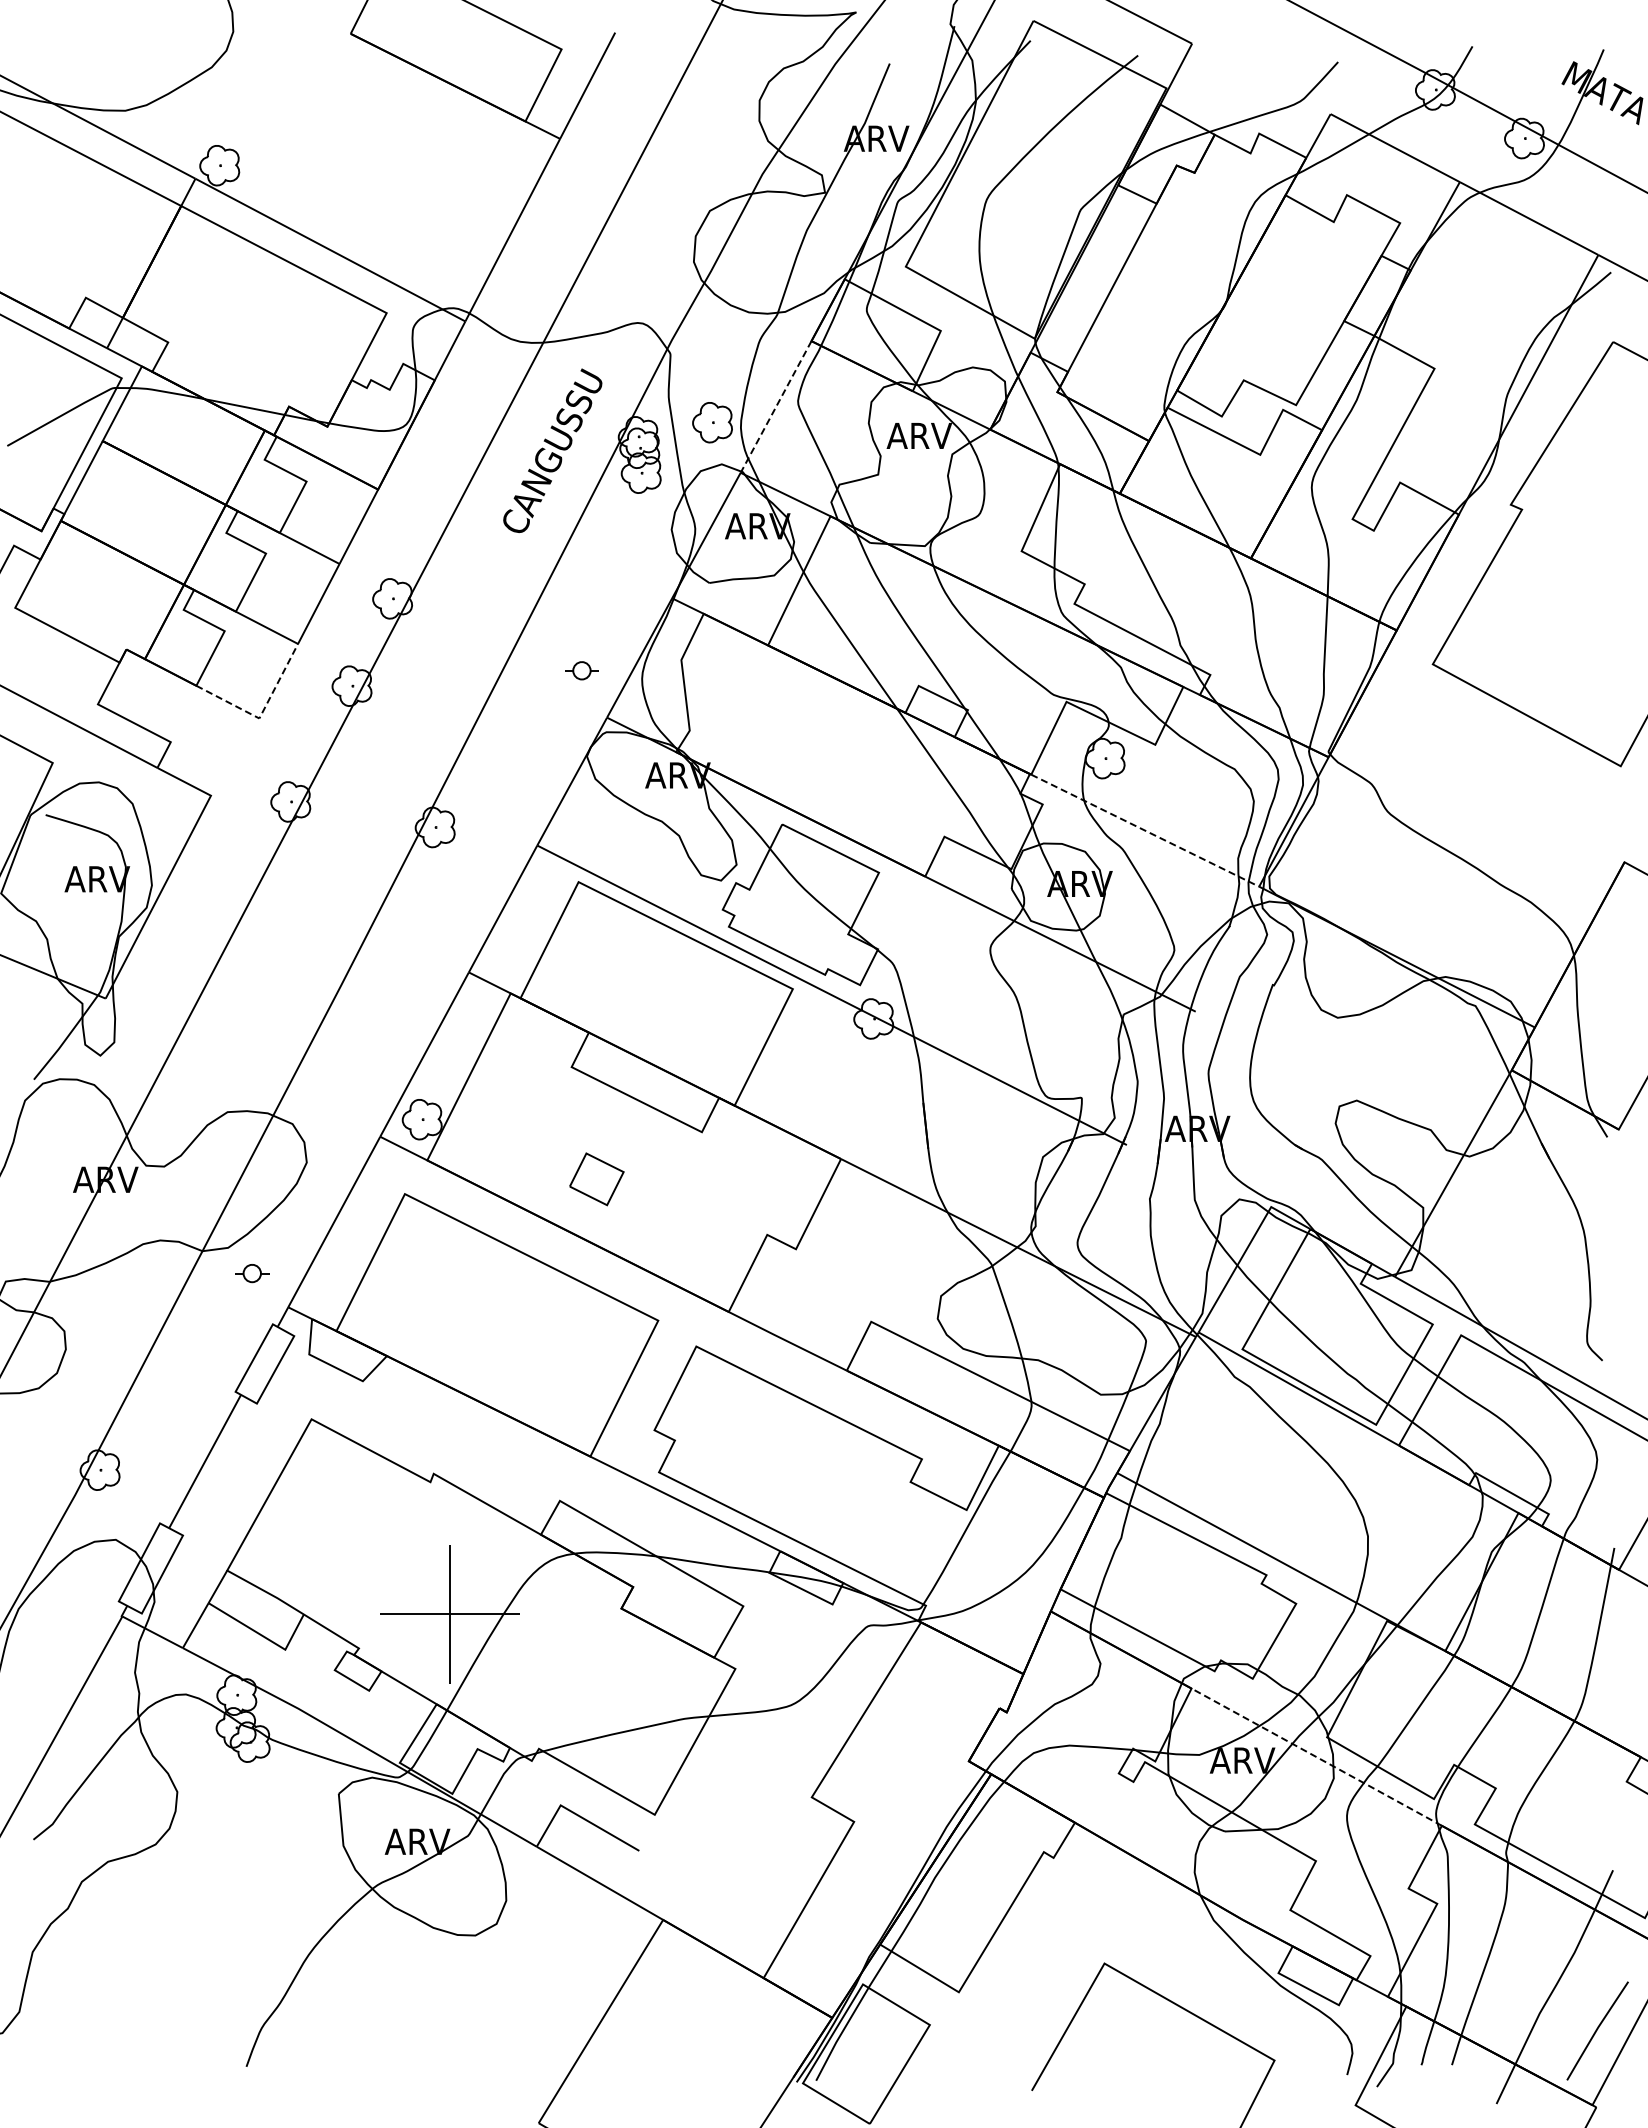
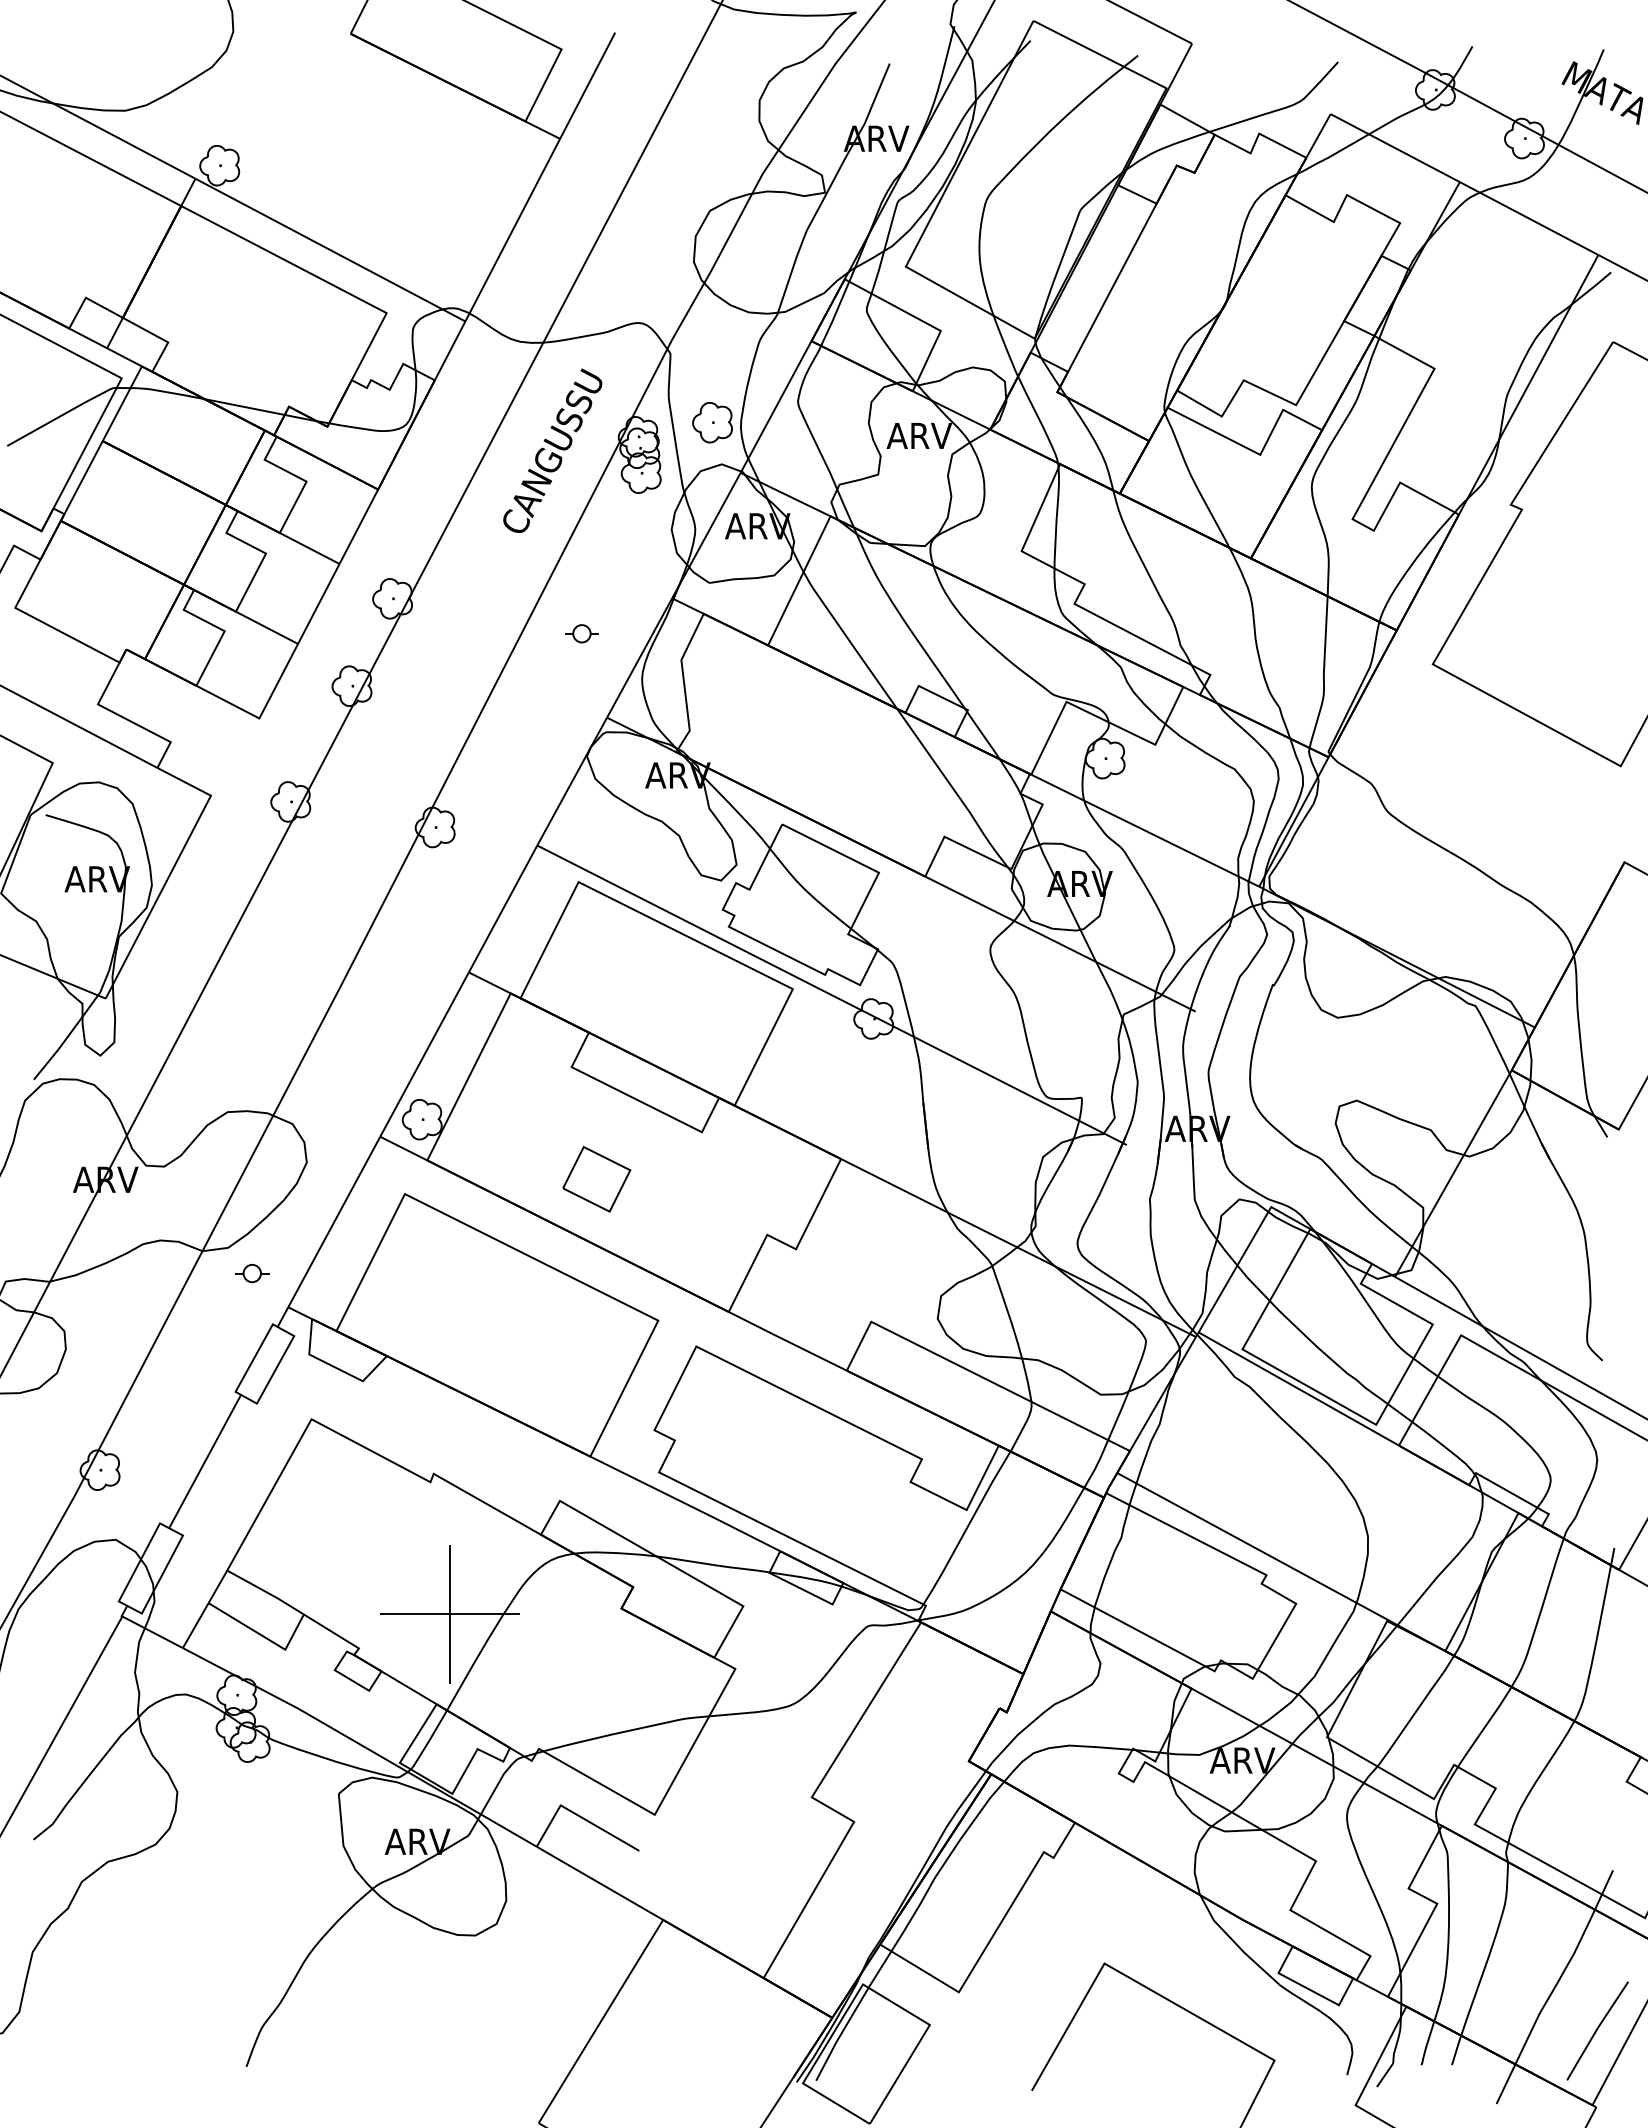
line at (776, 406): dashed -> solid
part at (581, 670) position: (581, 670) -> (581, 633)
line at (262, 713): dashed -> solid
line at (1145, 830): dashed -> solid
part at (596, 1179) size: 56x55 px -> 70x67 px
line at (1316, 1757): dashed -> solid
